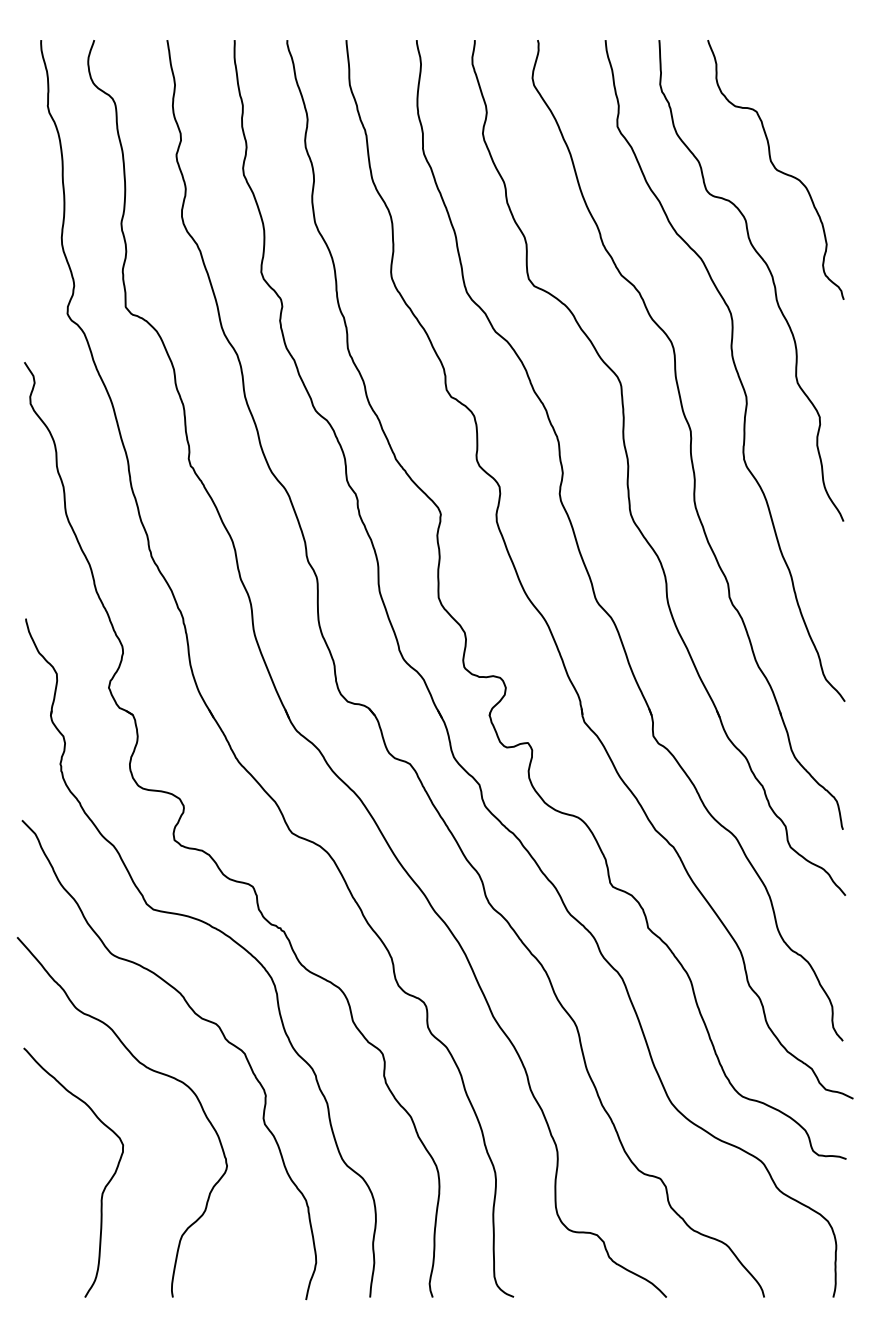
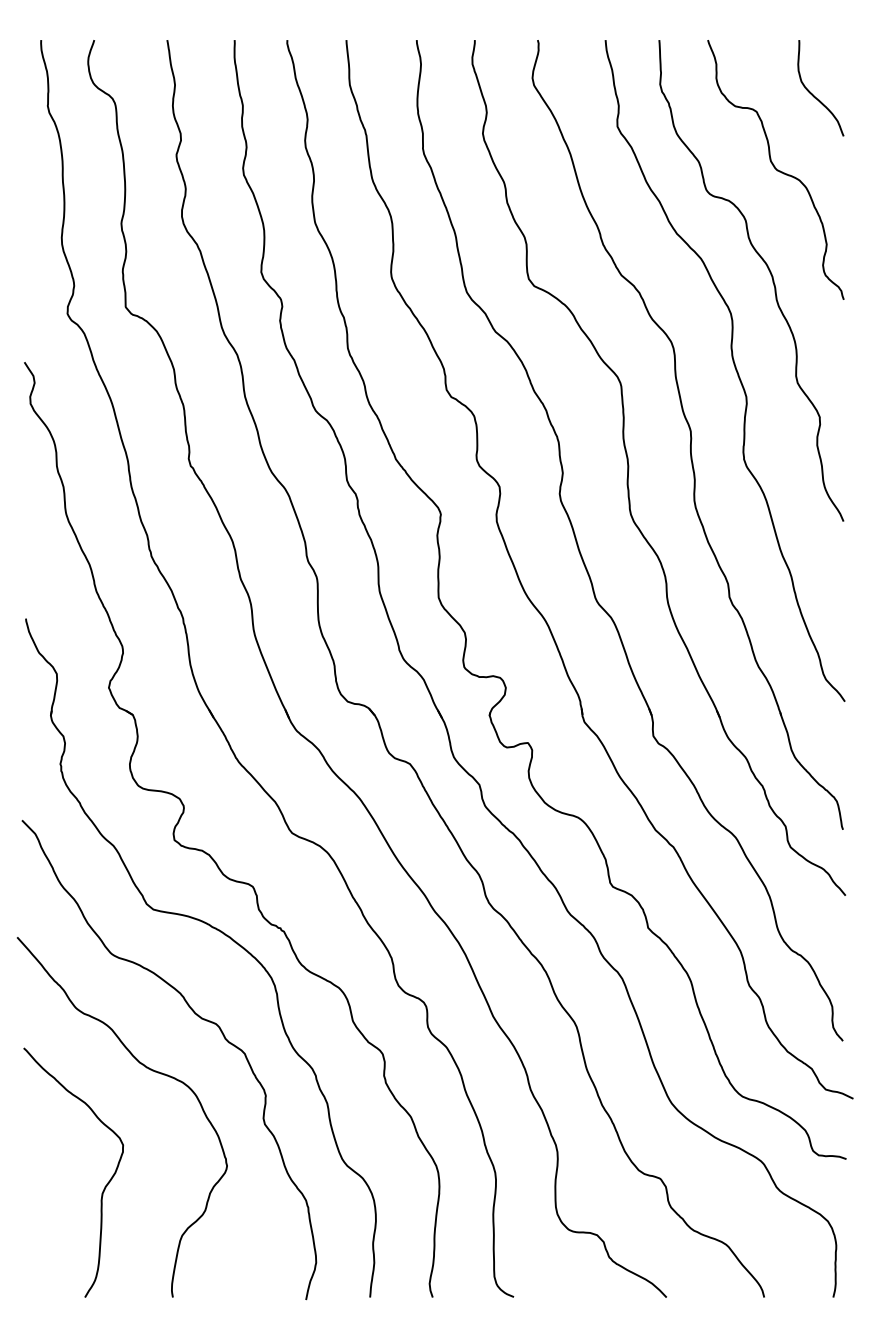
curve at (813, 94): none -> present
